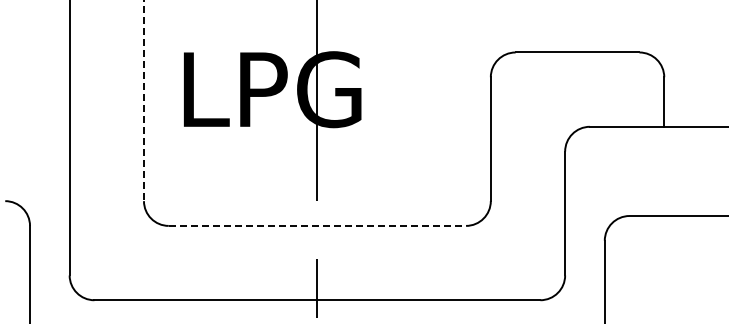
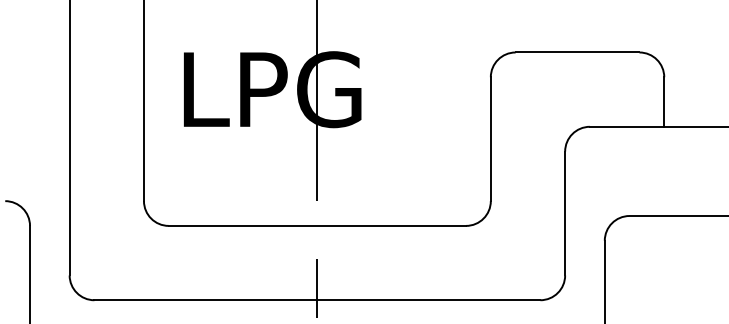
line at (143, 101): dashed -> solid
line at (317, 225): dashed -> solid
